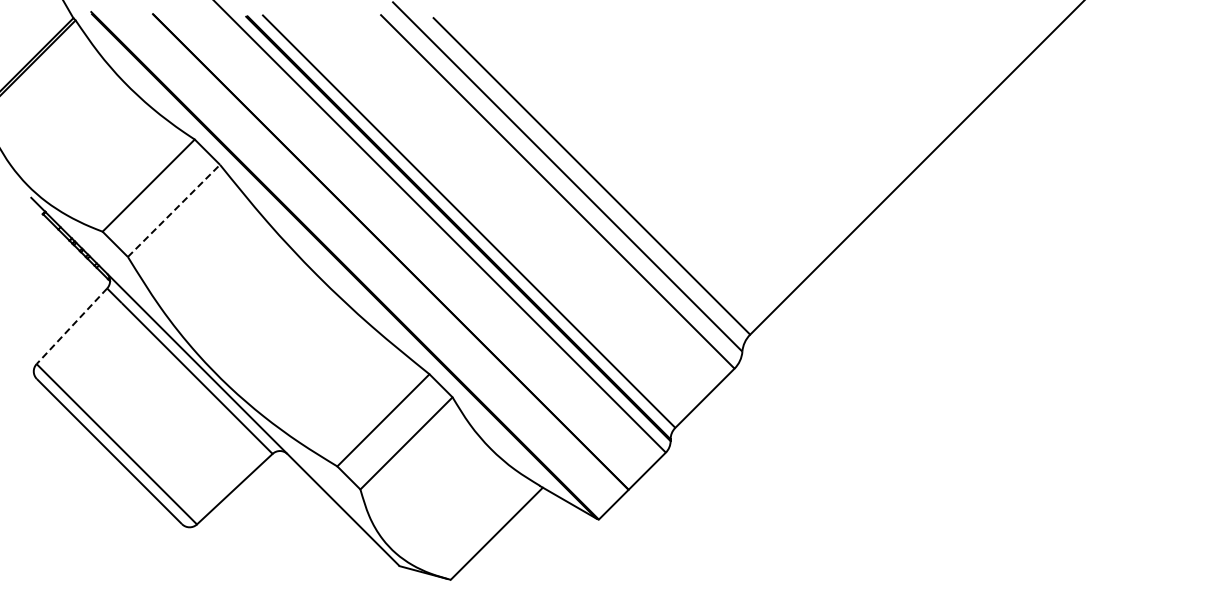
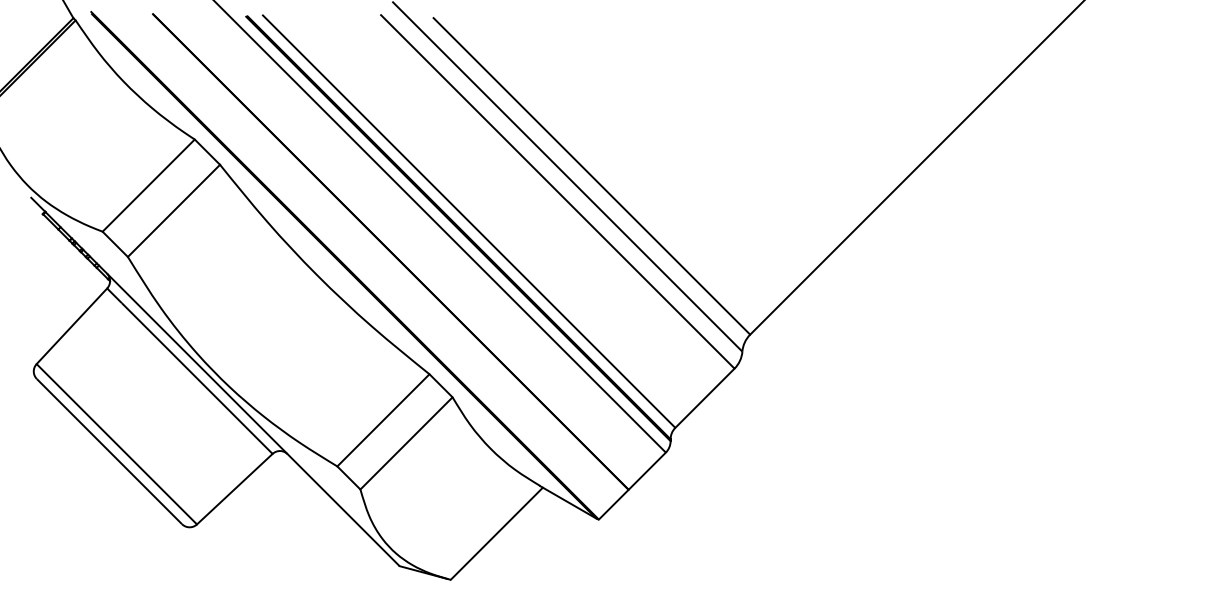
line at (174, 210): dashed -> solid
line at (71, 326): dashed -> solid
